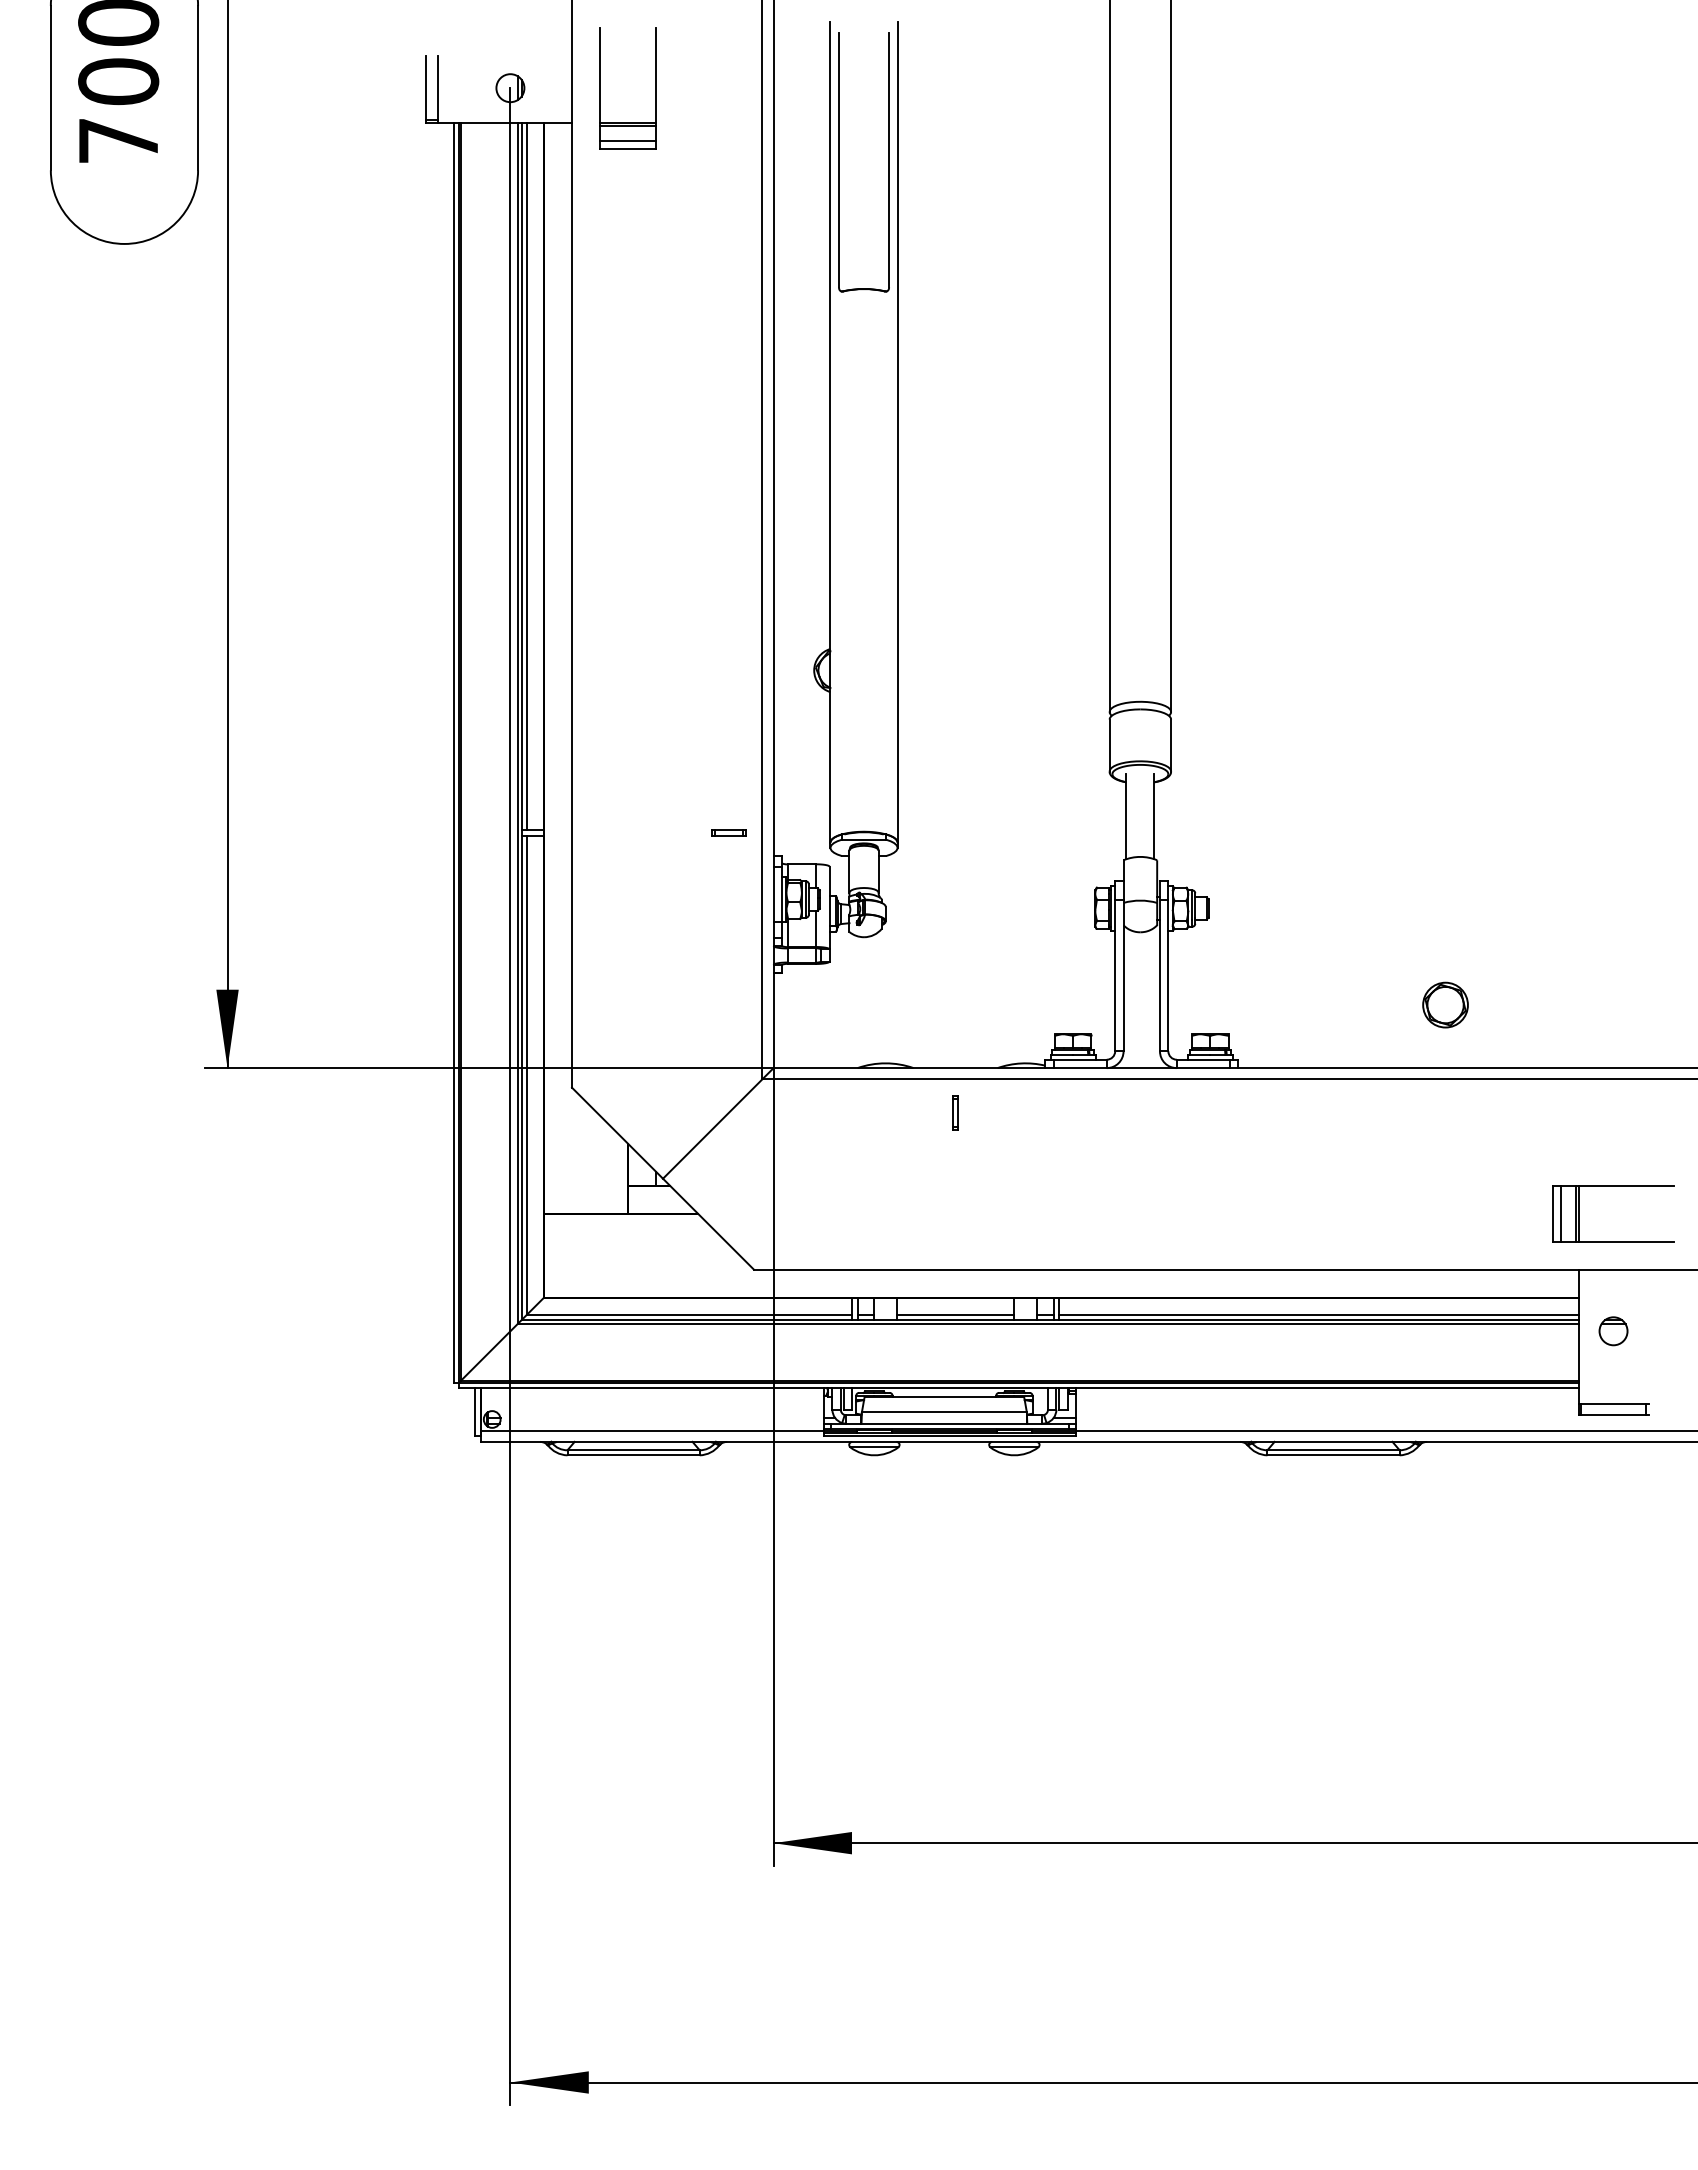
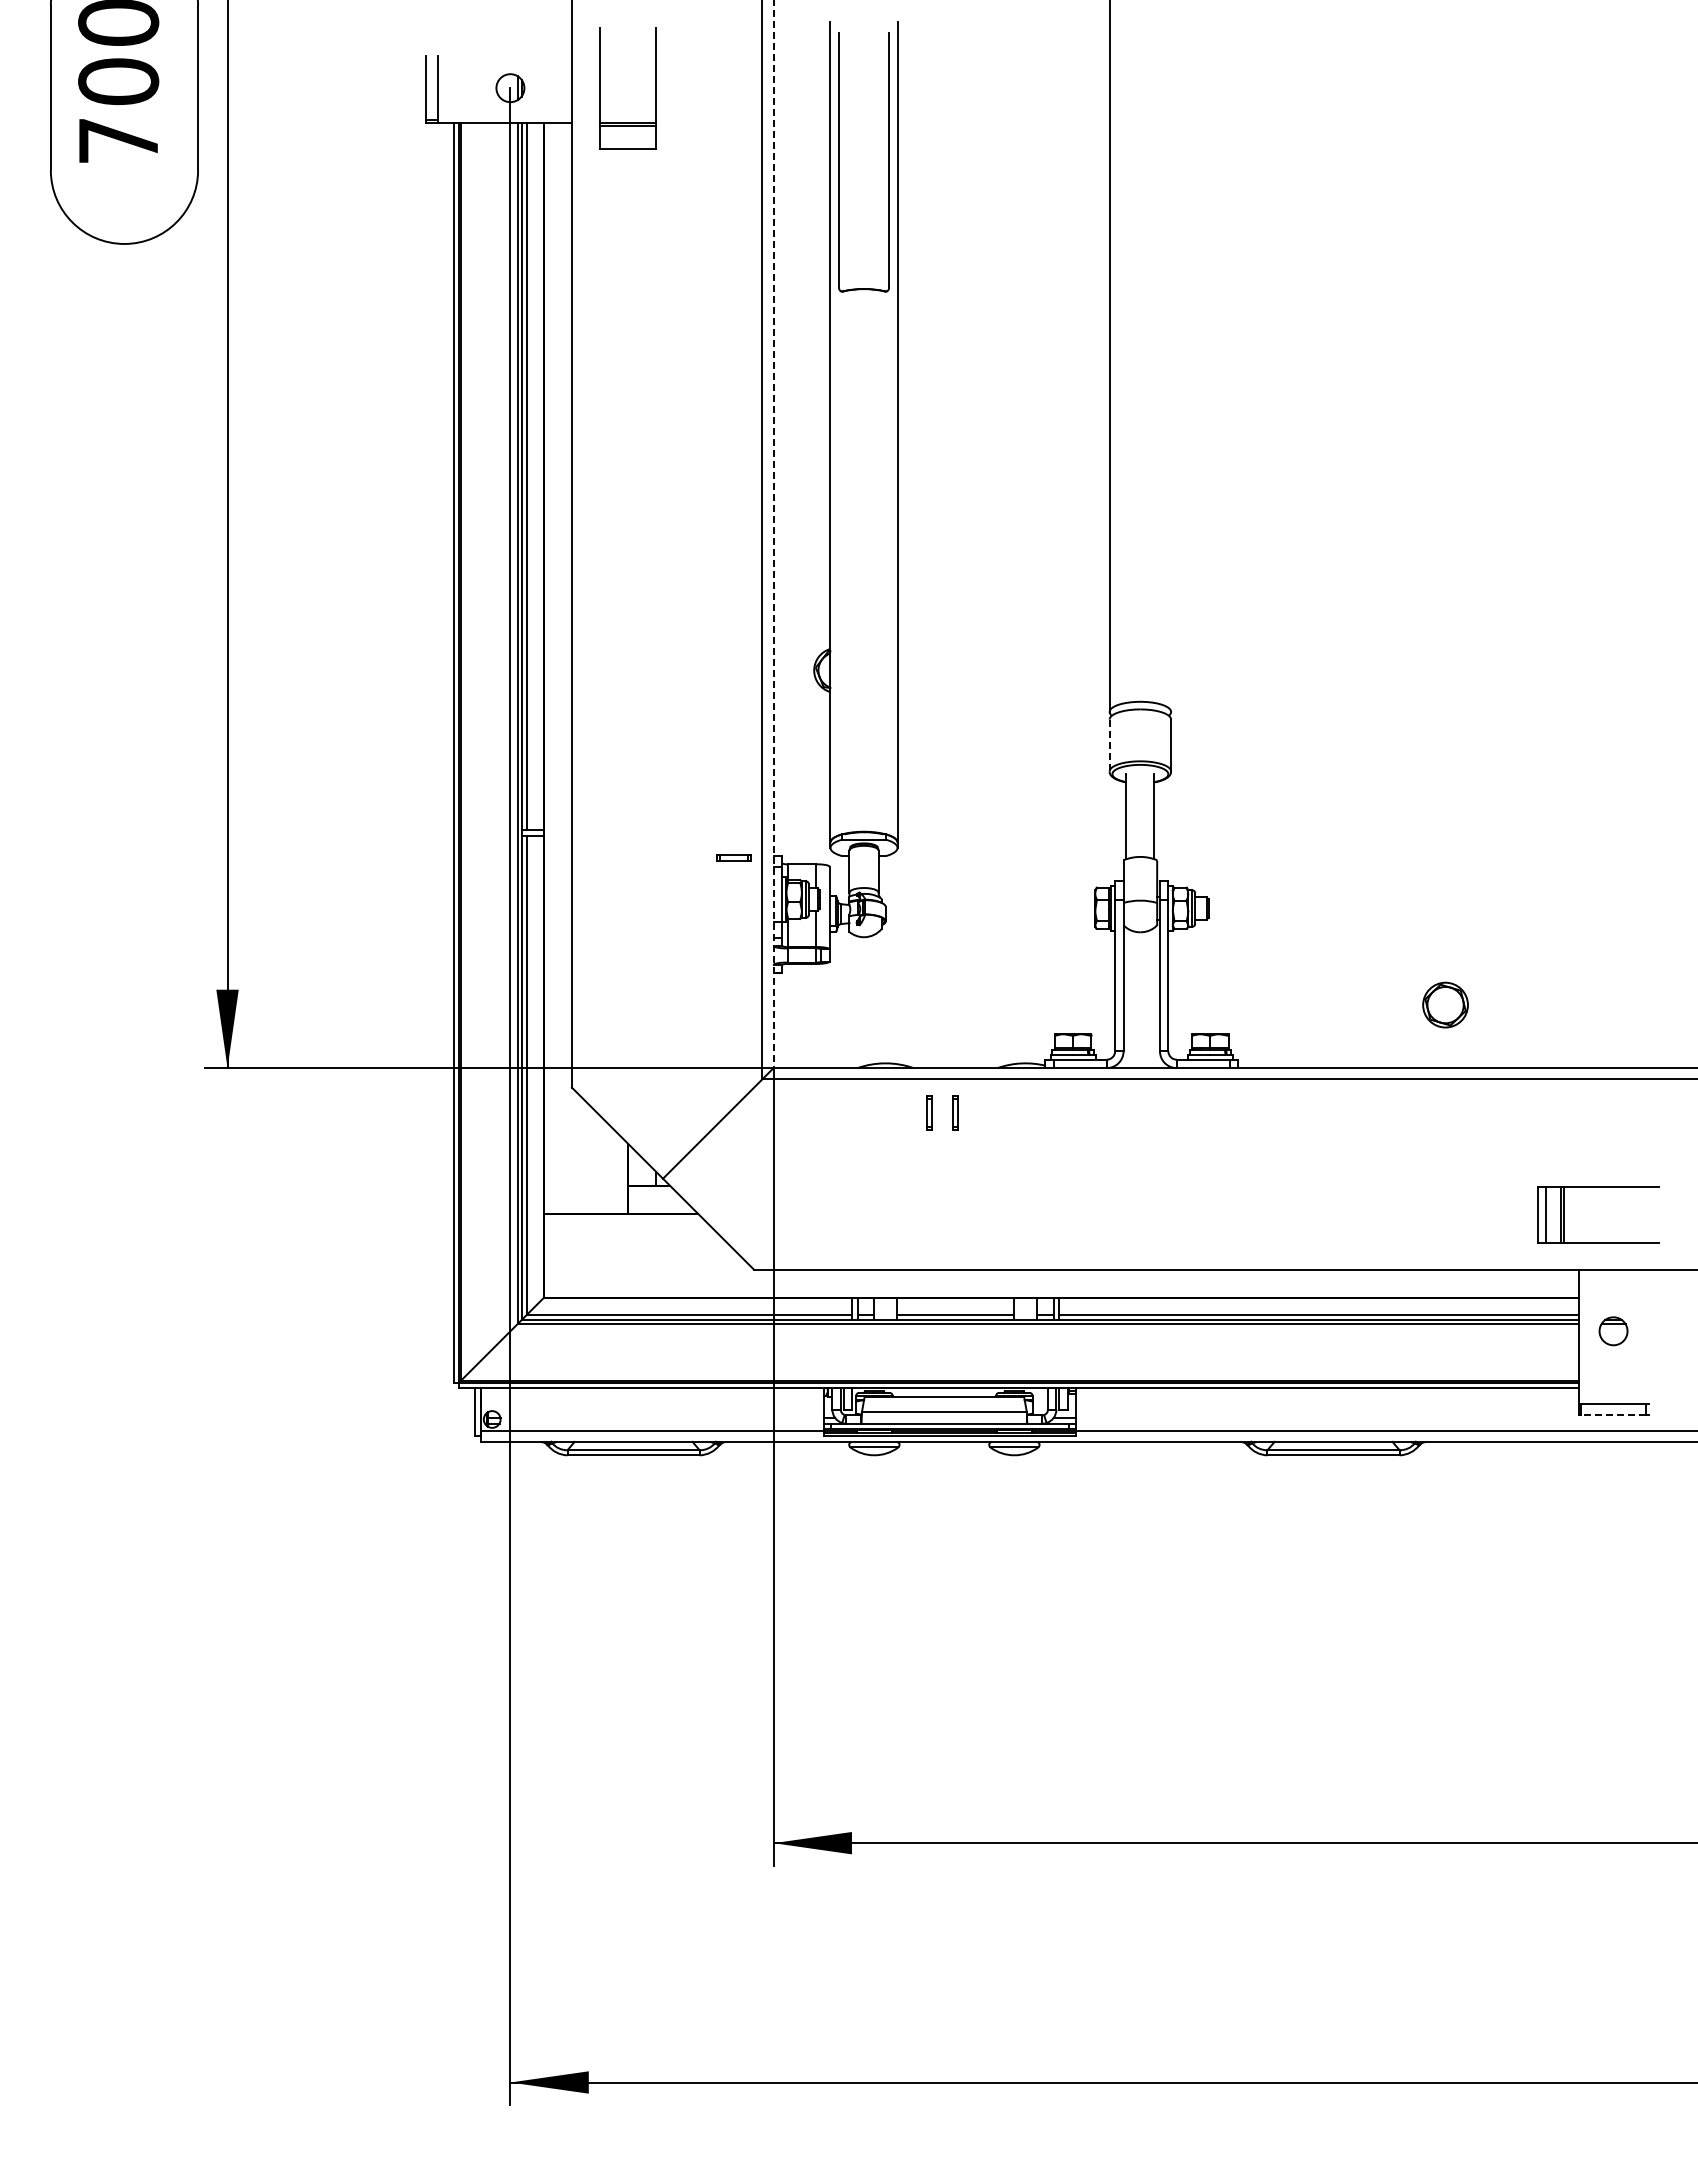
line at (628, 140): present -> none
line at (1171, 356): present -> none
line at (773, 534): solid -> dashed
line at (1109, 745): solid -> dashed
part at (728, 832) position: (728, 832) -> (733, 857)
part at (929, 1112): none -> present
part at (1613, 1186) position: (1613, 1186) -> (1598, 1187)
line at (1613, 1415): solid -> dashed
